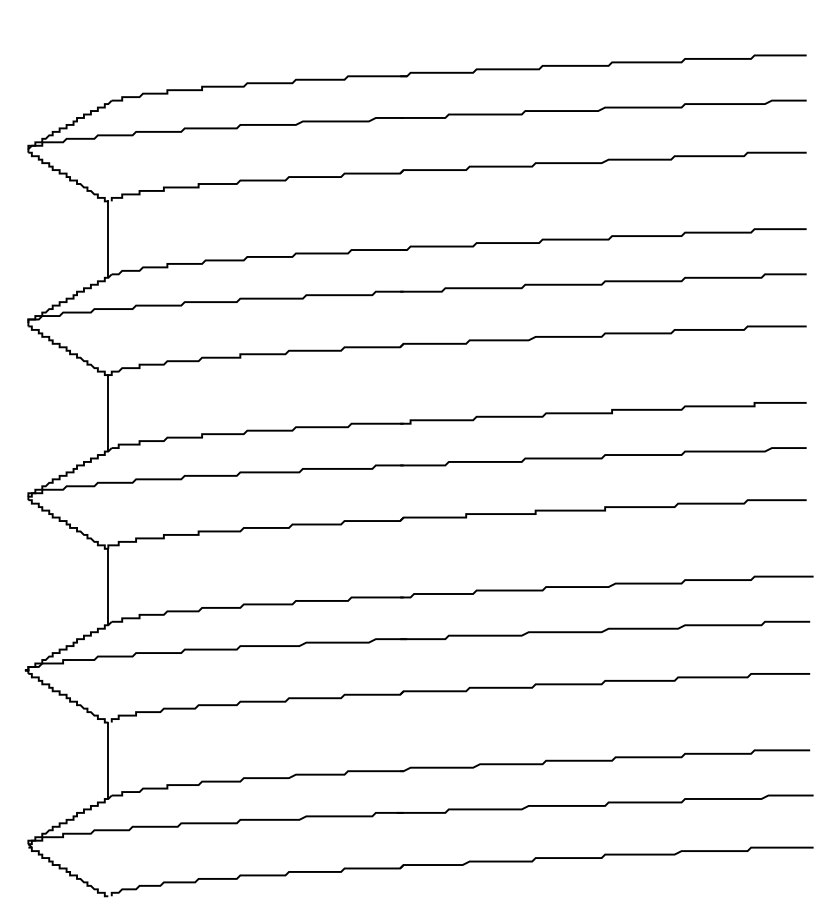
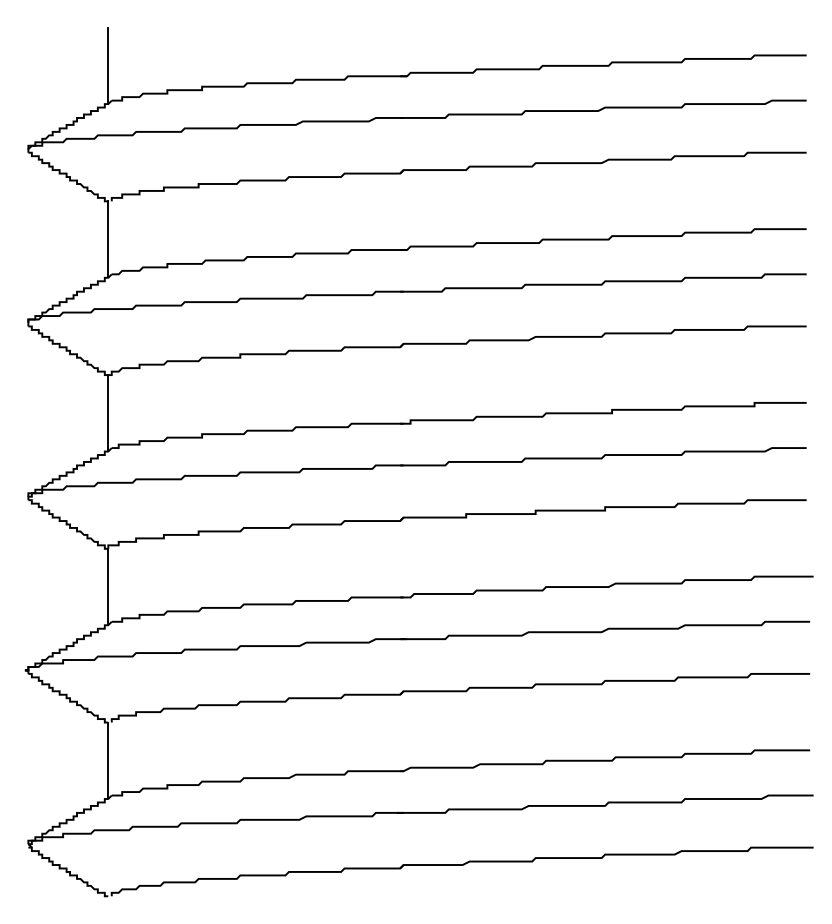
line at (108, 65): none -> present
